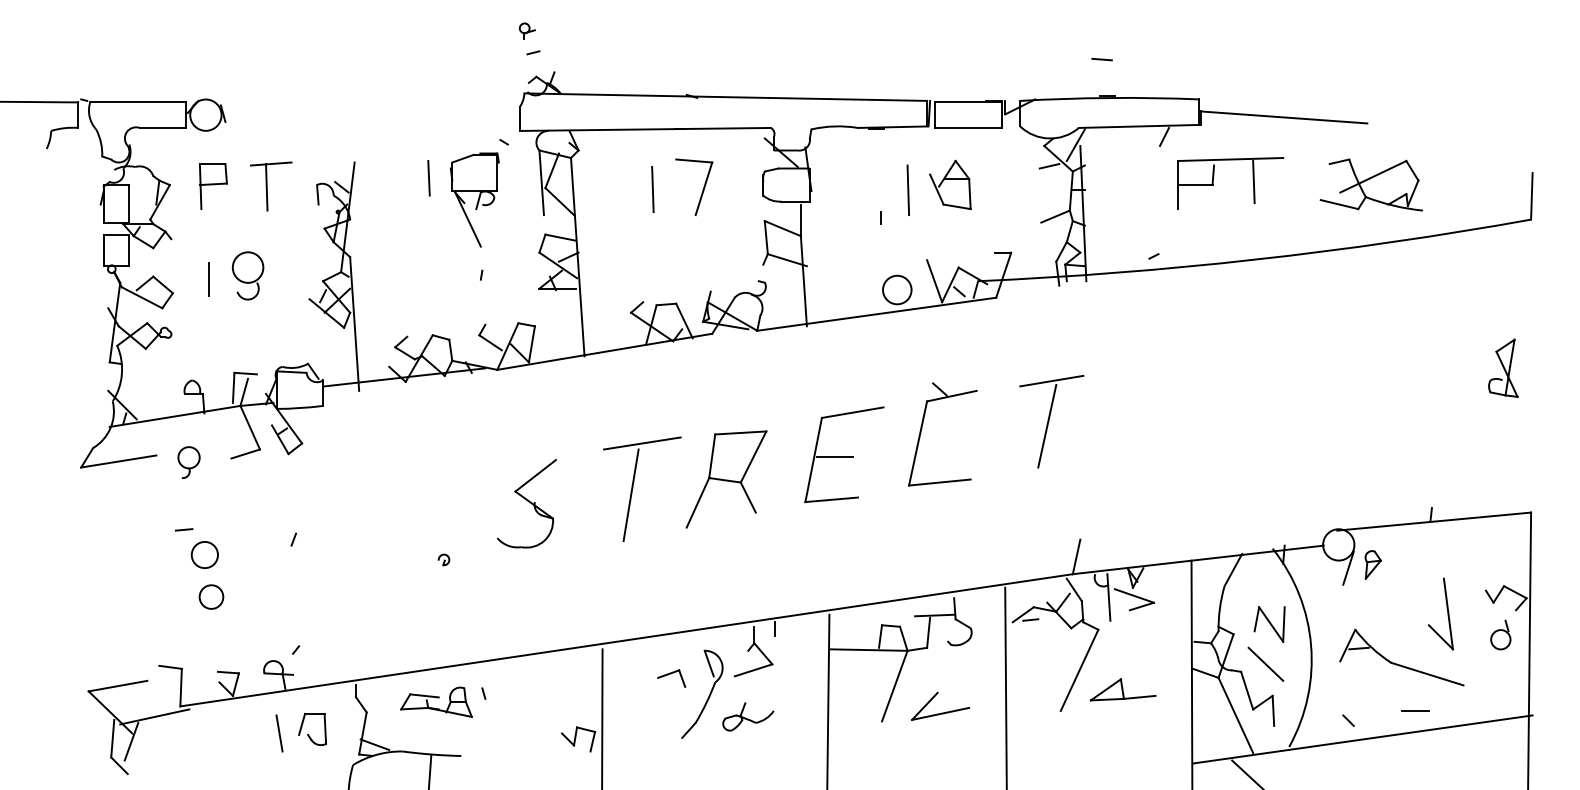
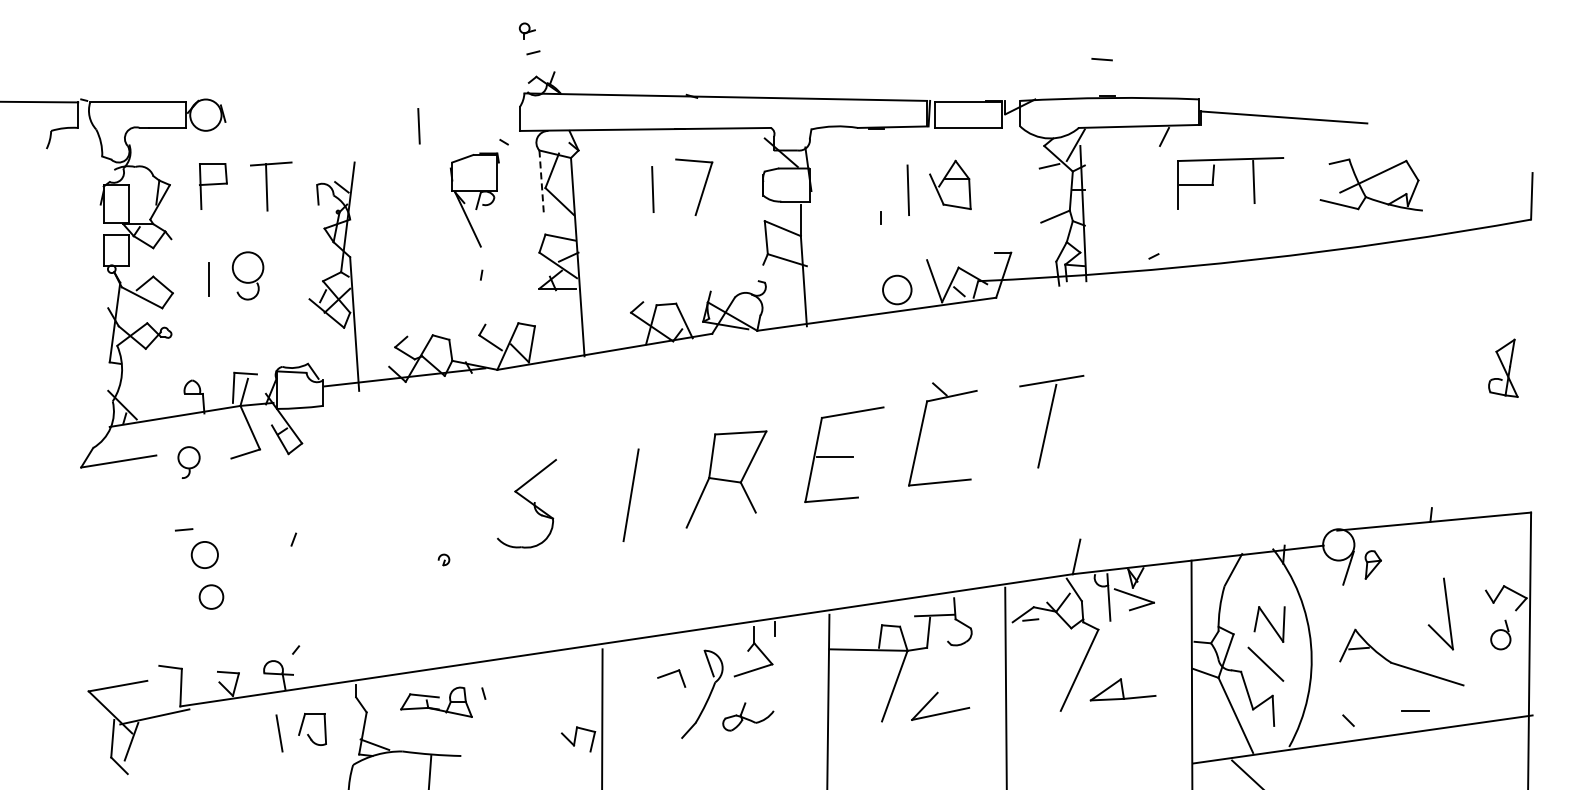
line at (428, 178) position: (428, 178) -> (418, 126)
line at (541, 183): solid -> dashed
line at (642, 443): present -> none
